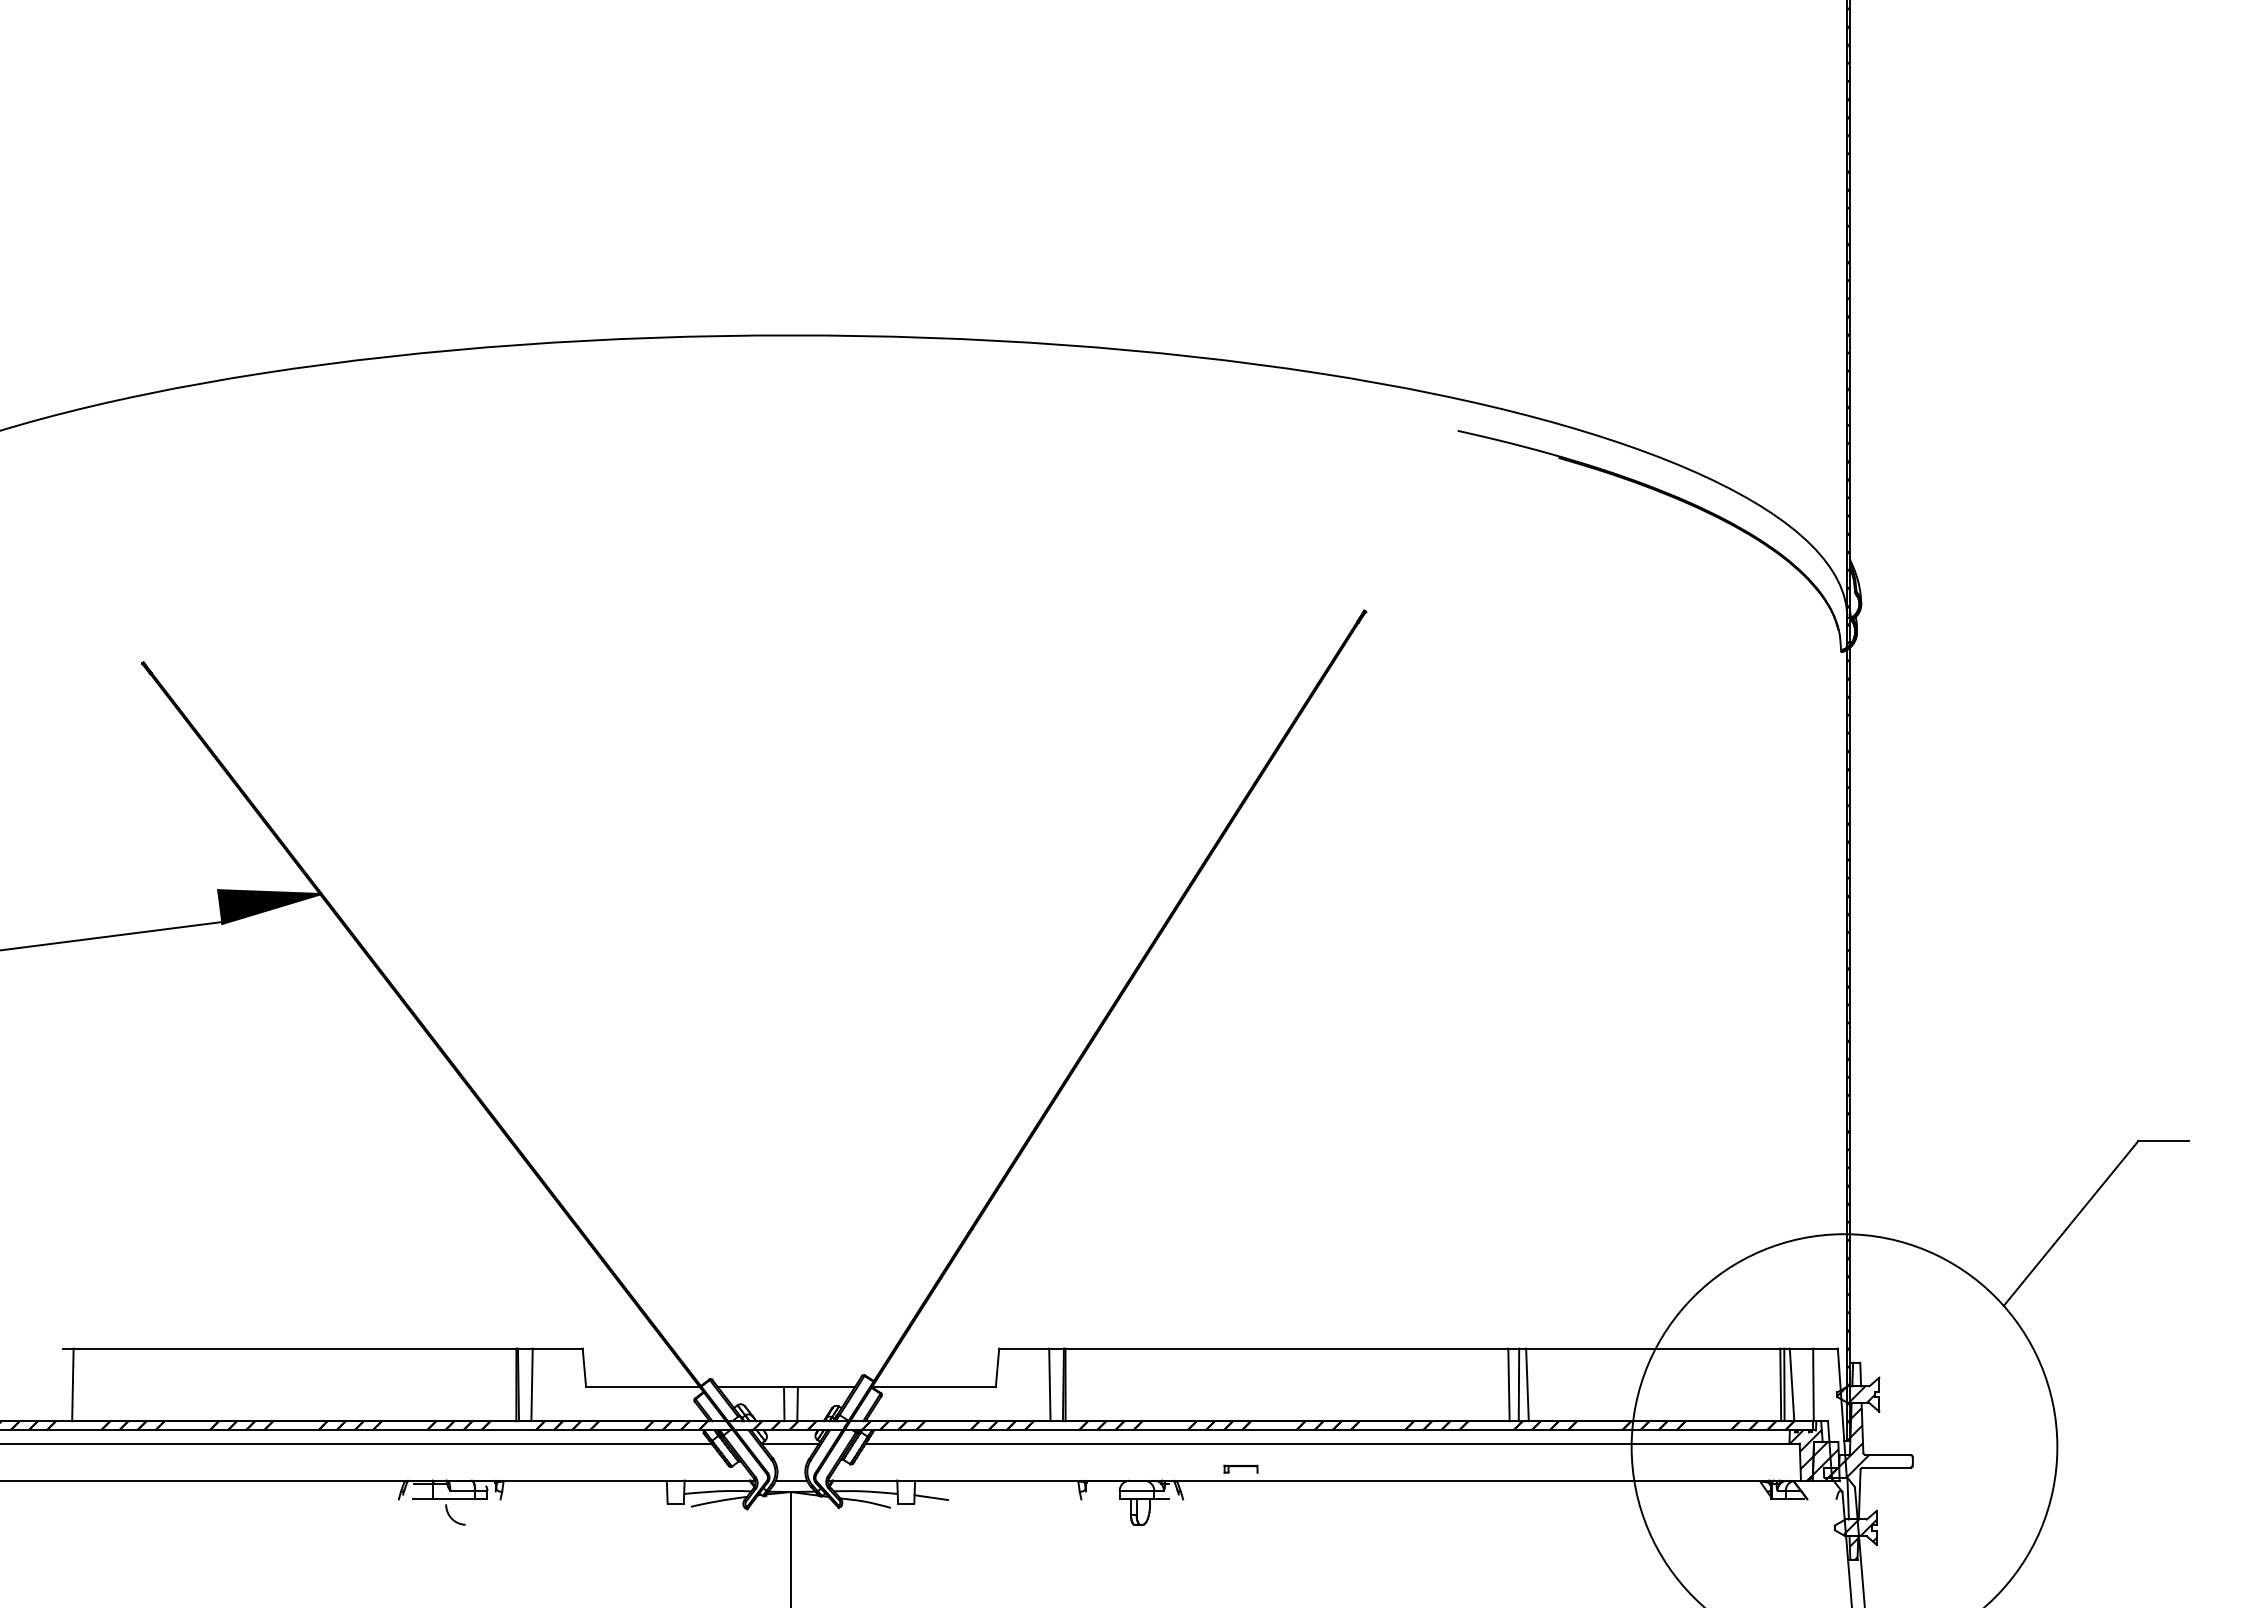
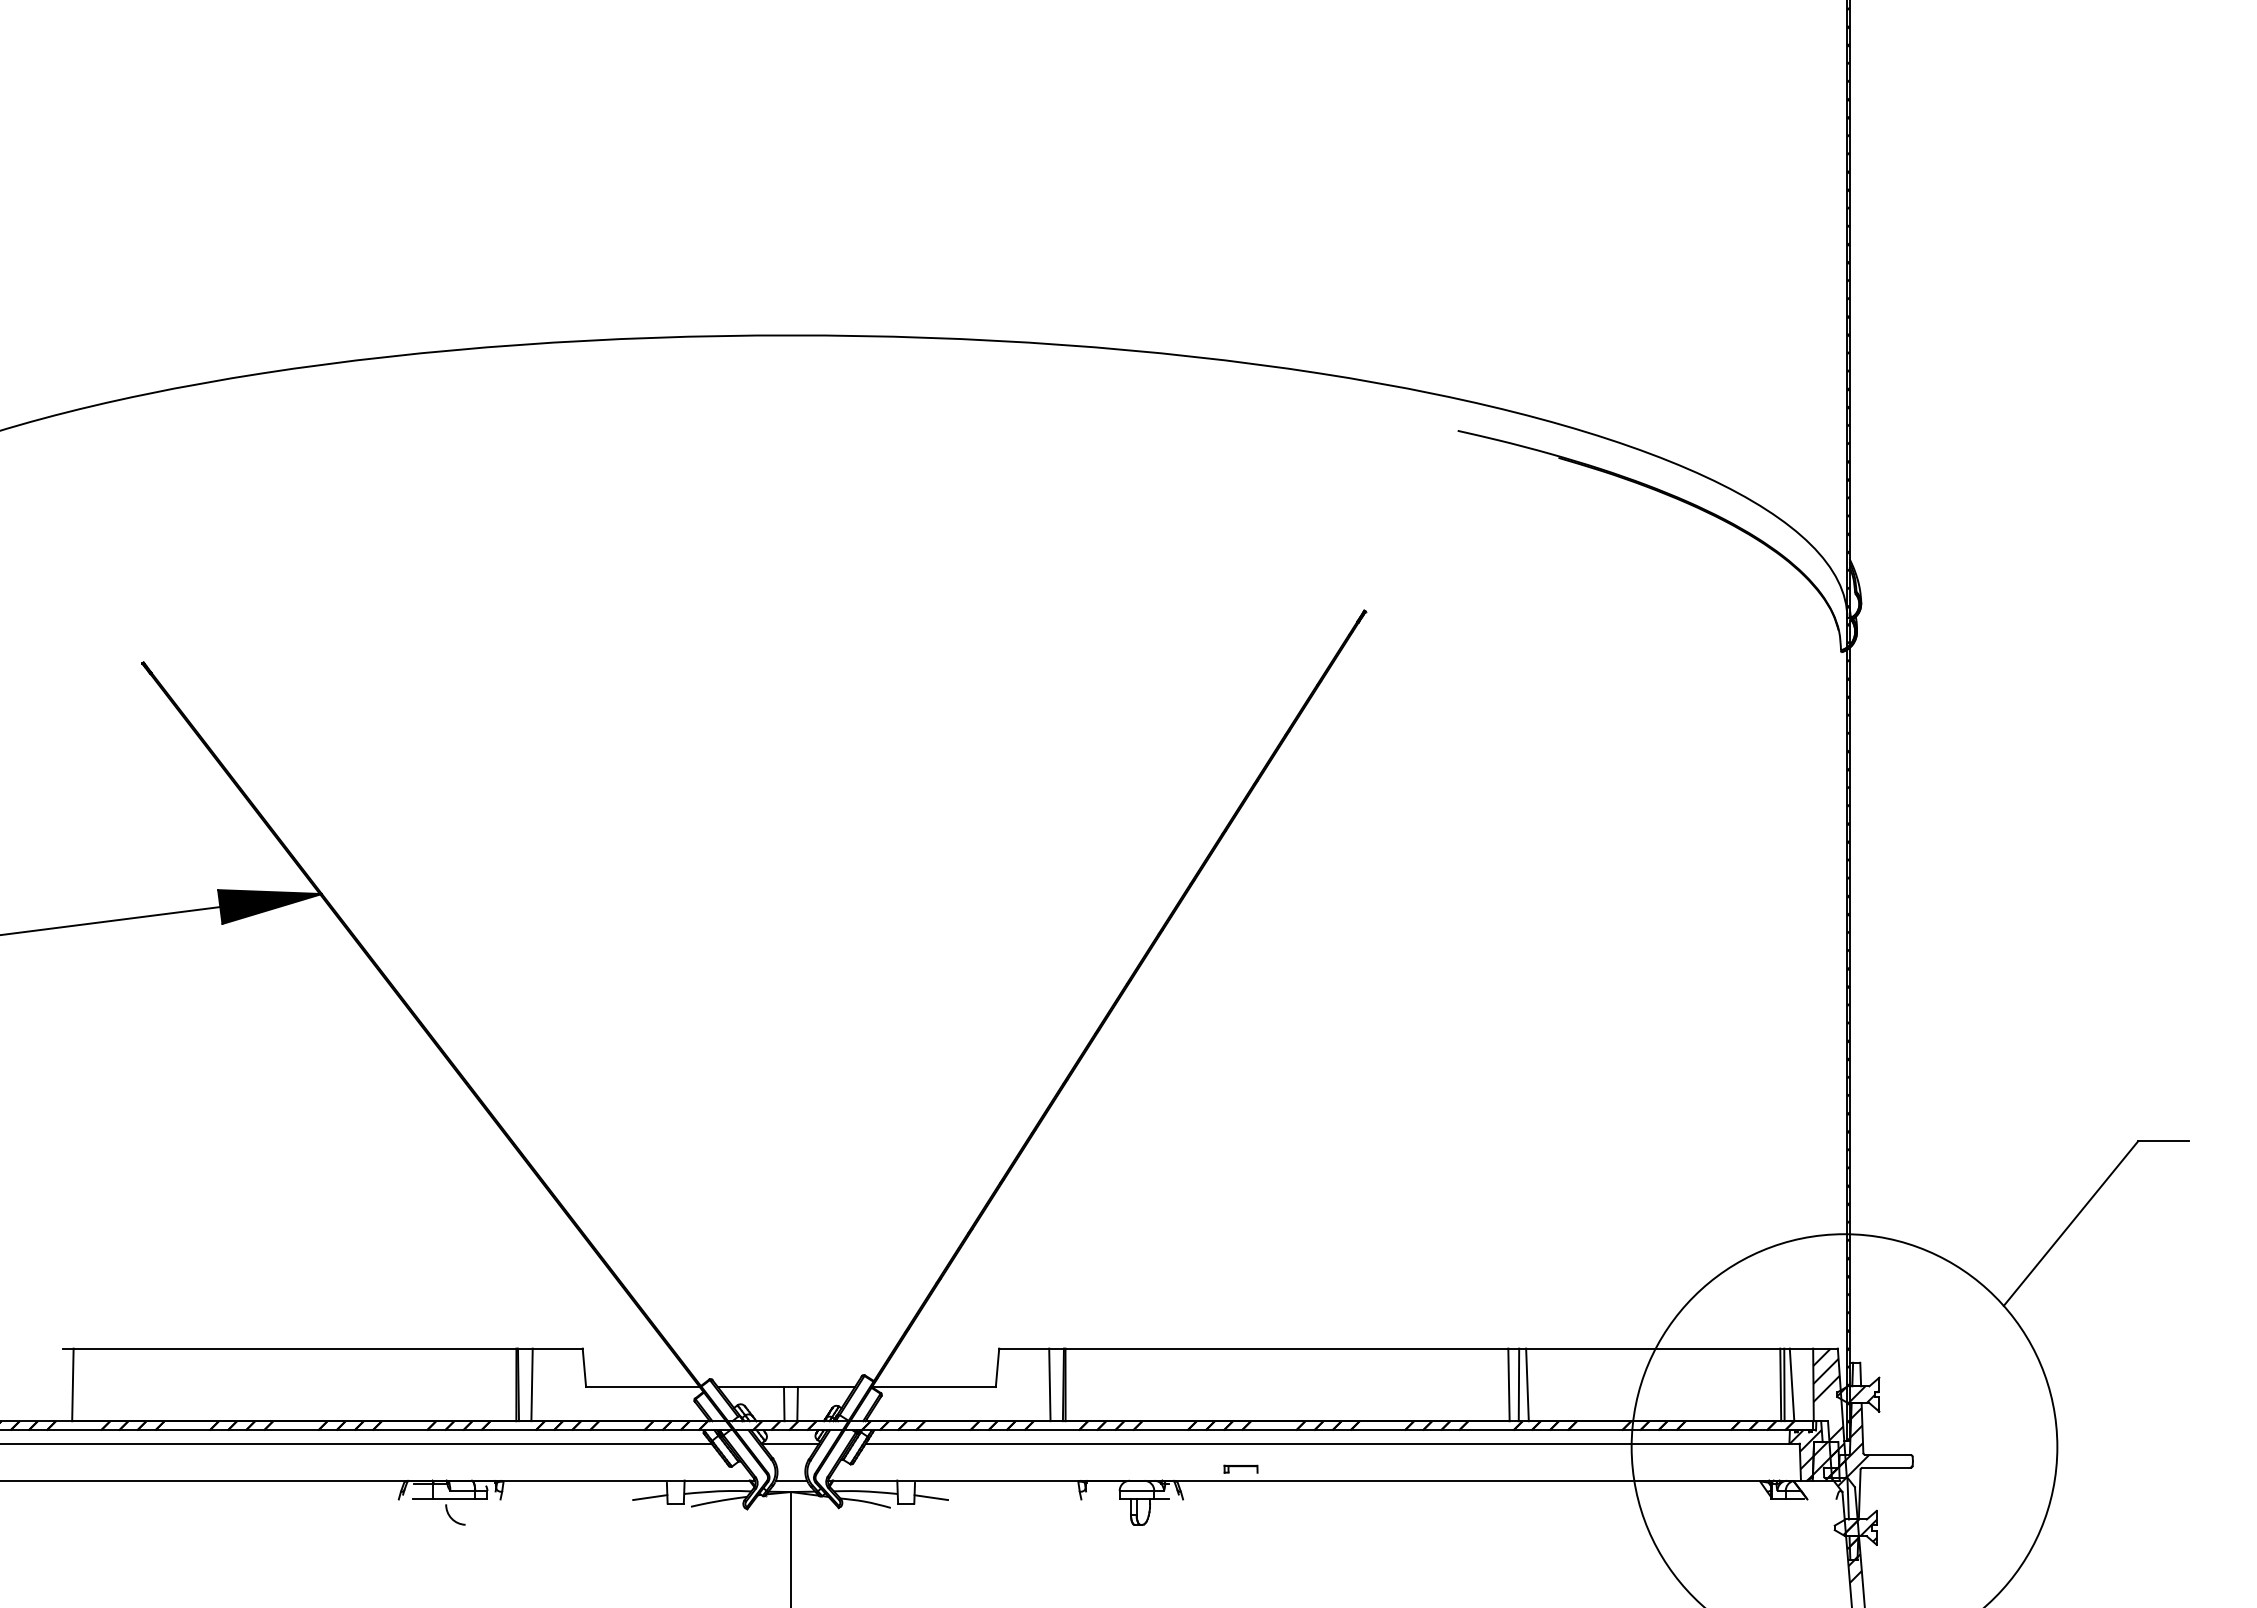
line at (112, 936) position: (112, 936) -> (111, 920)
hatch at (1837, 1465): none -> present
line at (650, 1497): none -> present
